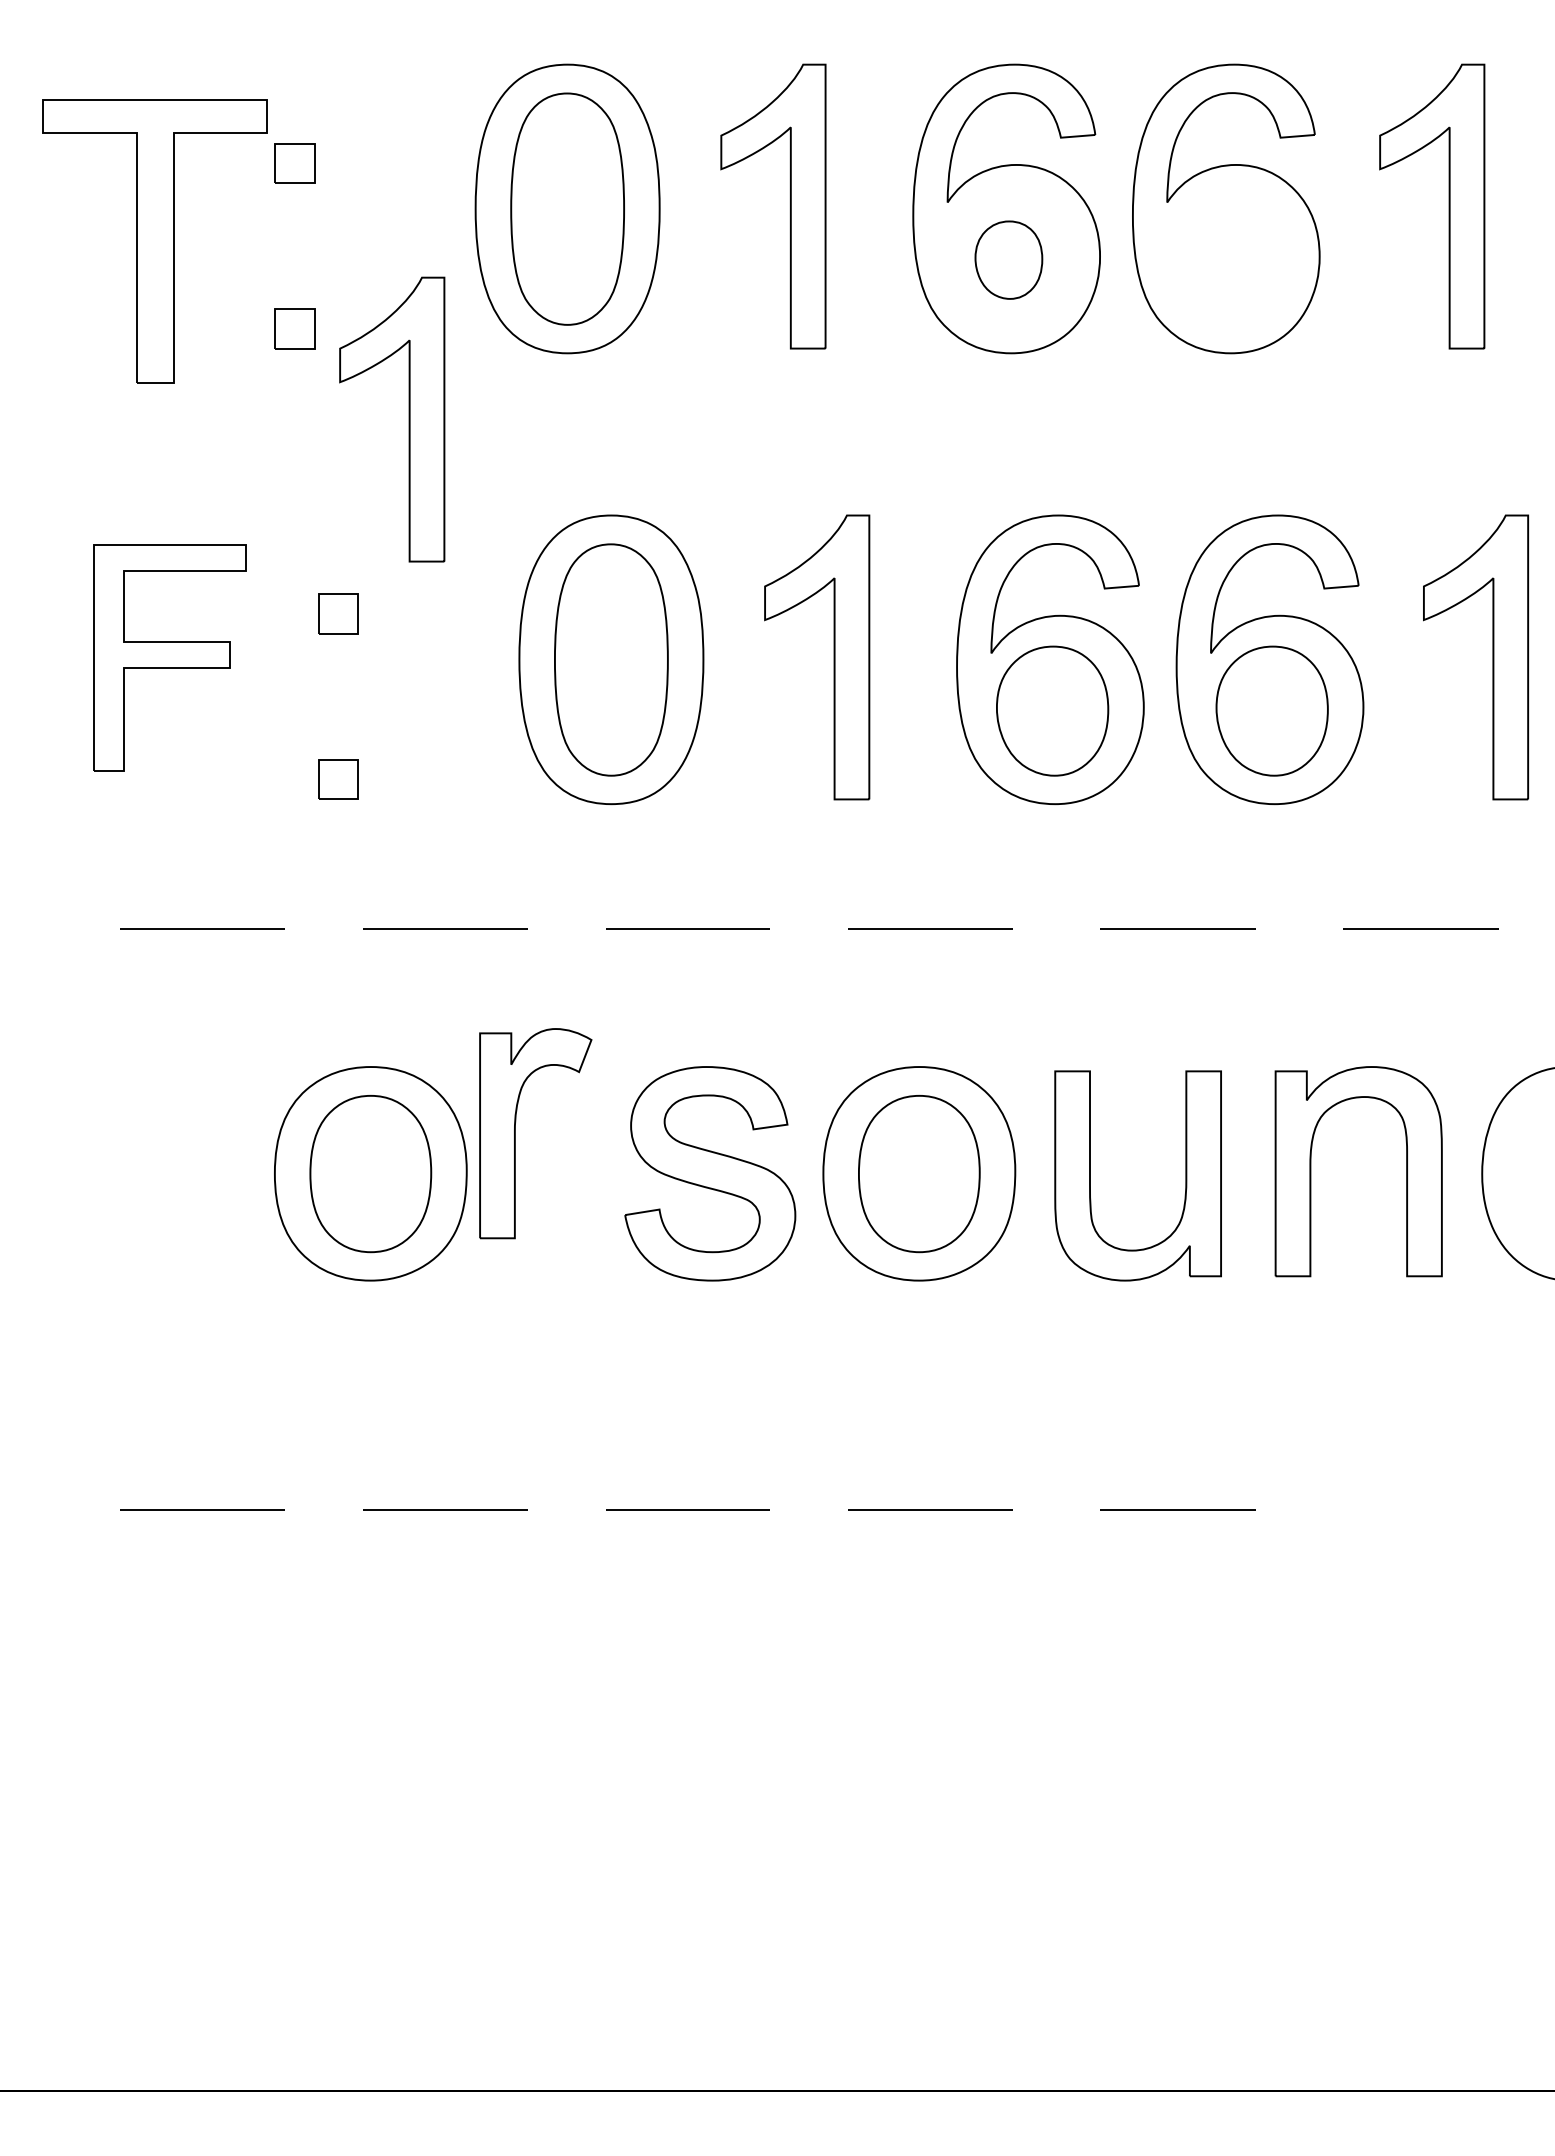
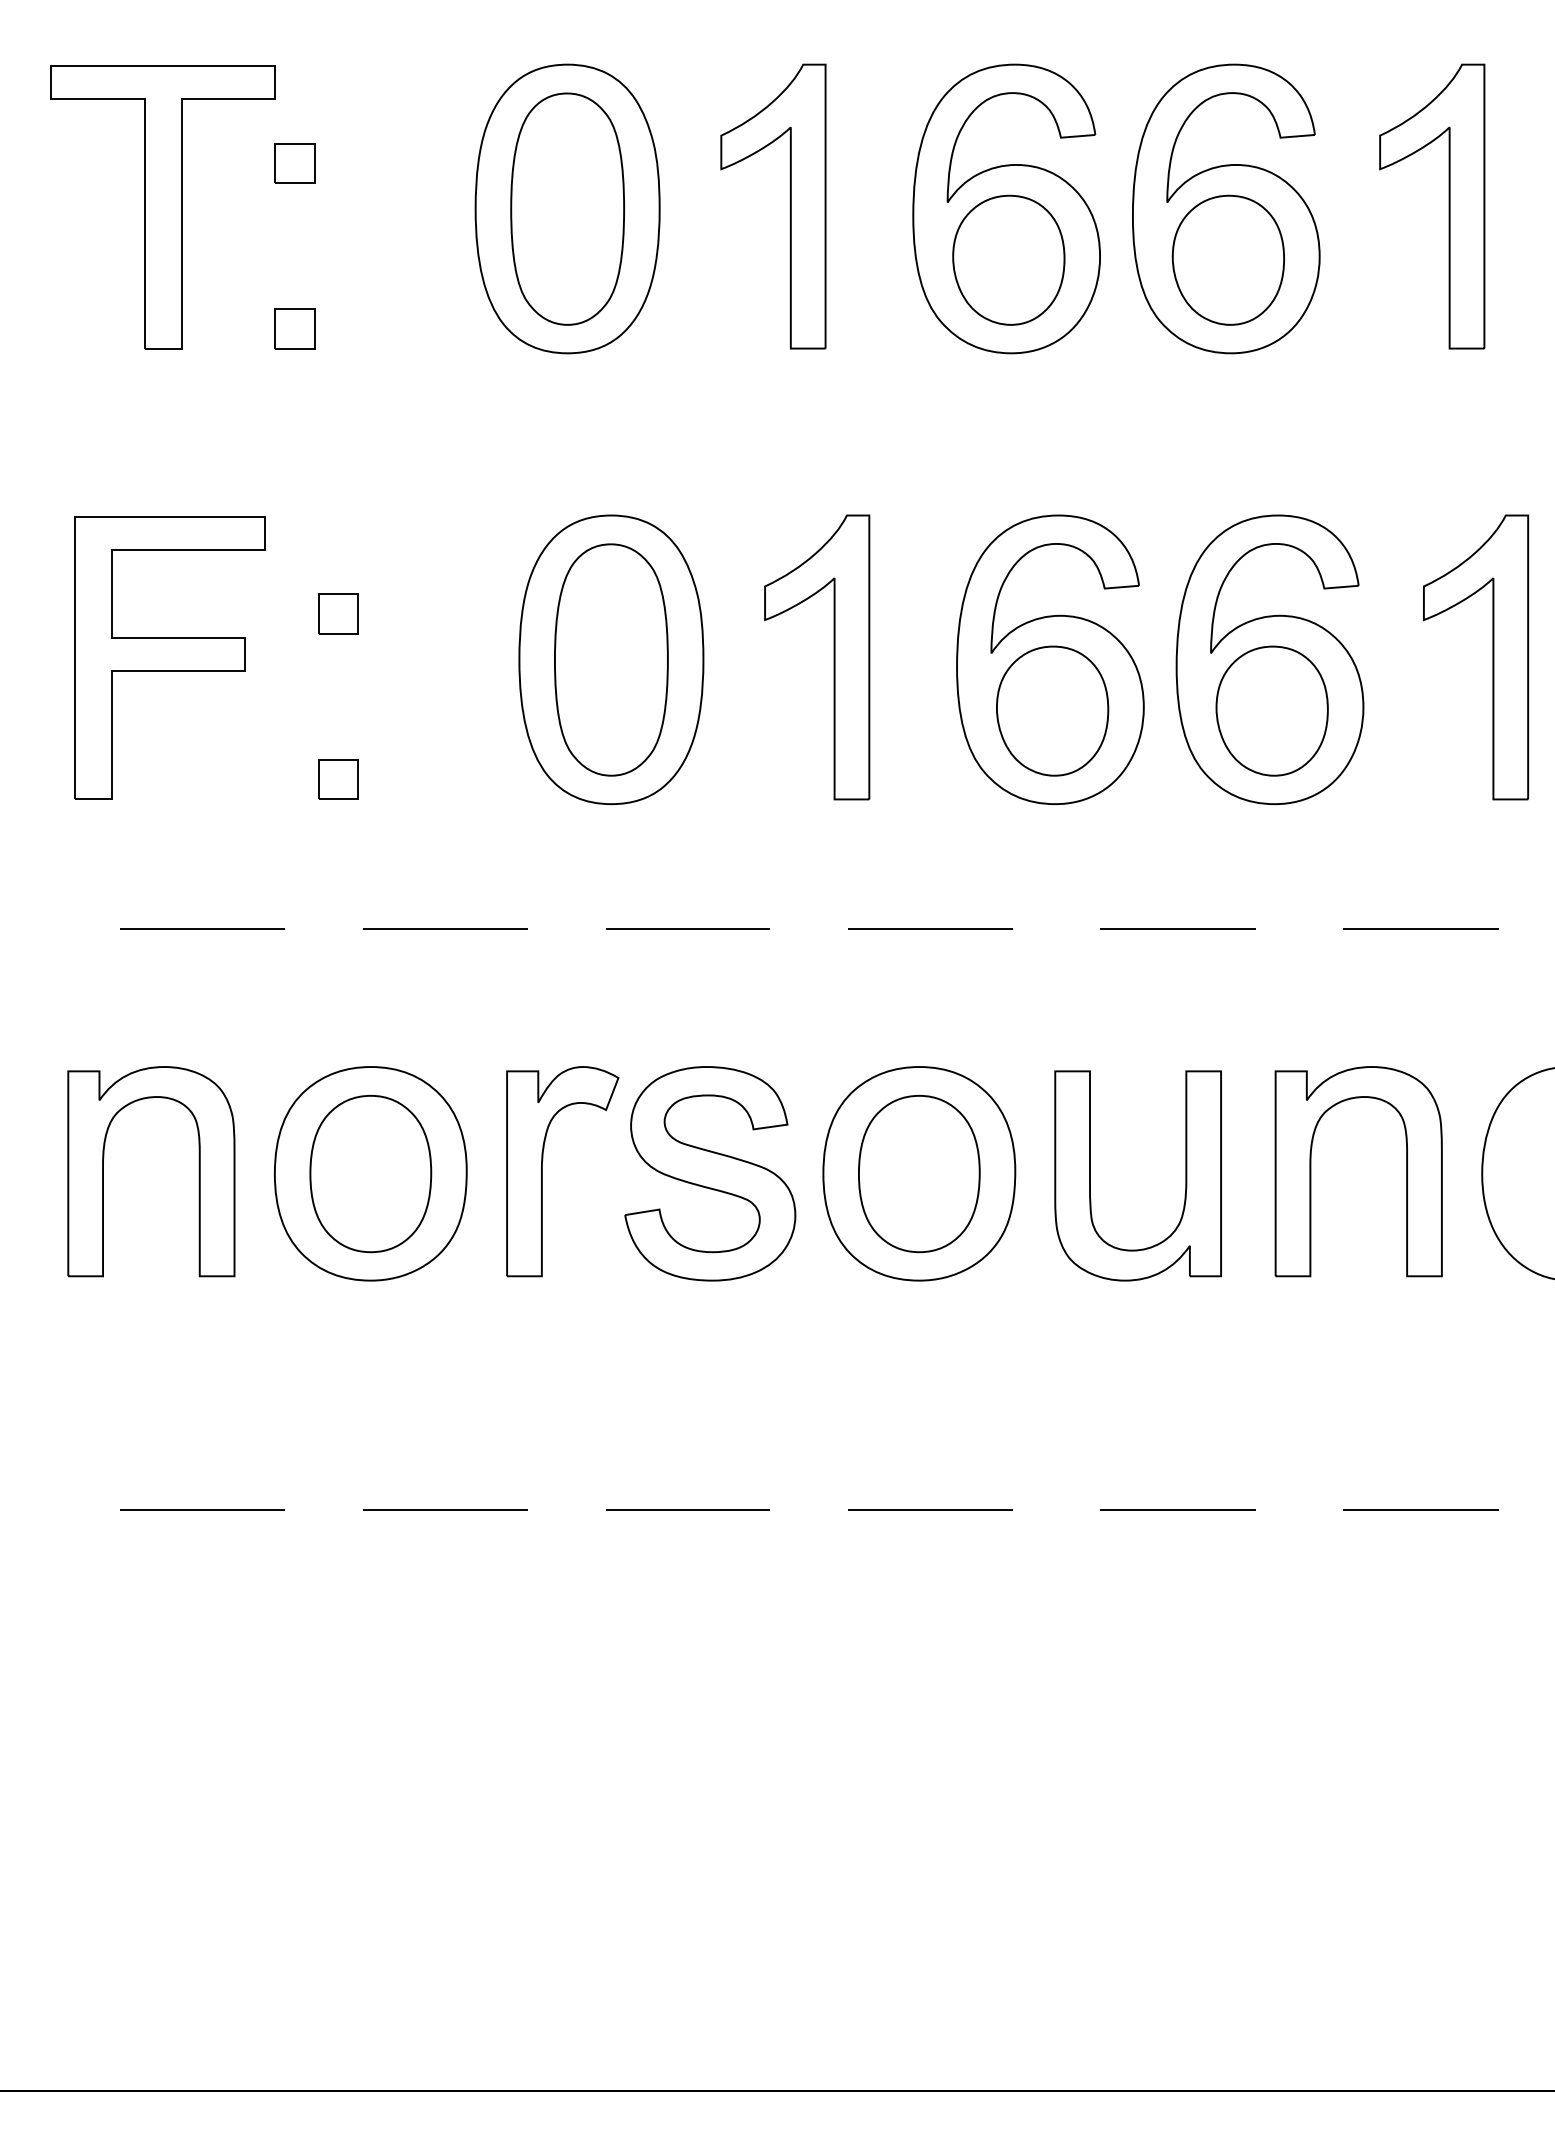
part at (154, 241) position: (154, 241) -> (162, 207)
part at (1008, 259) size: 70x80 px -> 114x132 px
part at (1227, 259): none -> present
part at (408, 419): present -> none
part at (169, 657) size: 154x228 px -> 192x284 px
part at (515, 1133) position: (515, 1133) -> (542, 1171)
part at (198, 1171): none -> present
line at (1420, 1509): none -> present
